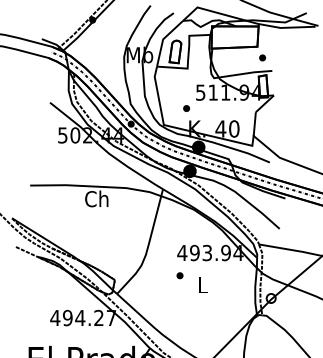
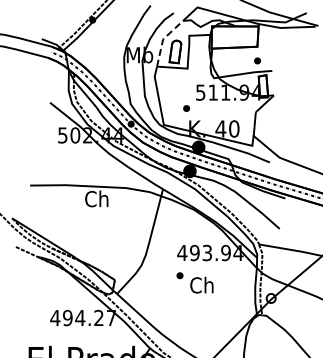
line at (163, 39): solid -> dashed
part at (262, 57) position: (262, 57) -> (257, 60)
text at (201, 284): L -> Ch
